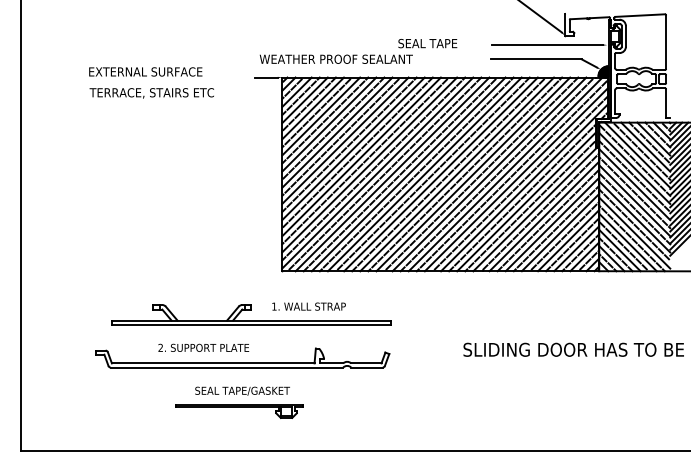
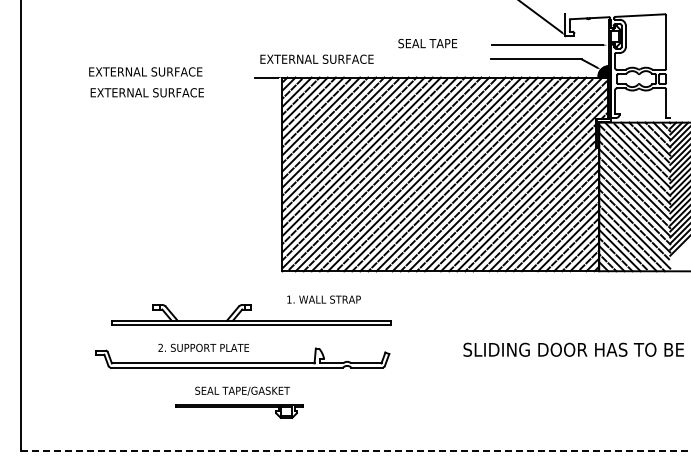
text at (335, 58): WEATHER PROOF SEALANT -> EXTERNAL SURFACE
text at (151, 93): TERRACE, STAIRS ETC -> EXTERNAL SURFACE
text at (308, 306) position: (308, 306) -> (323, 299)
line at (355, 451): solid -> dashed
